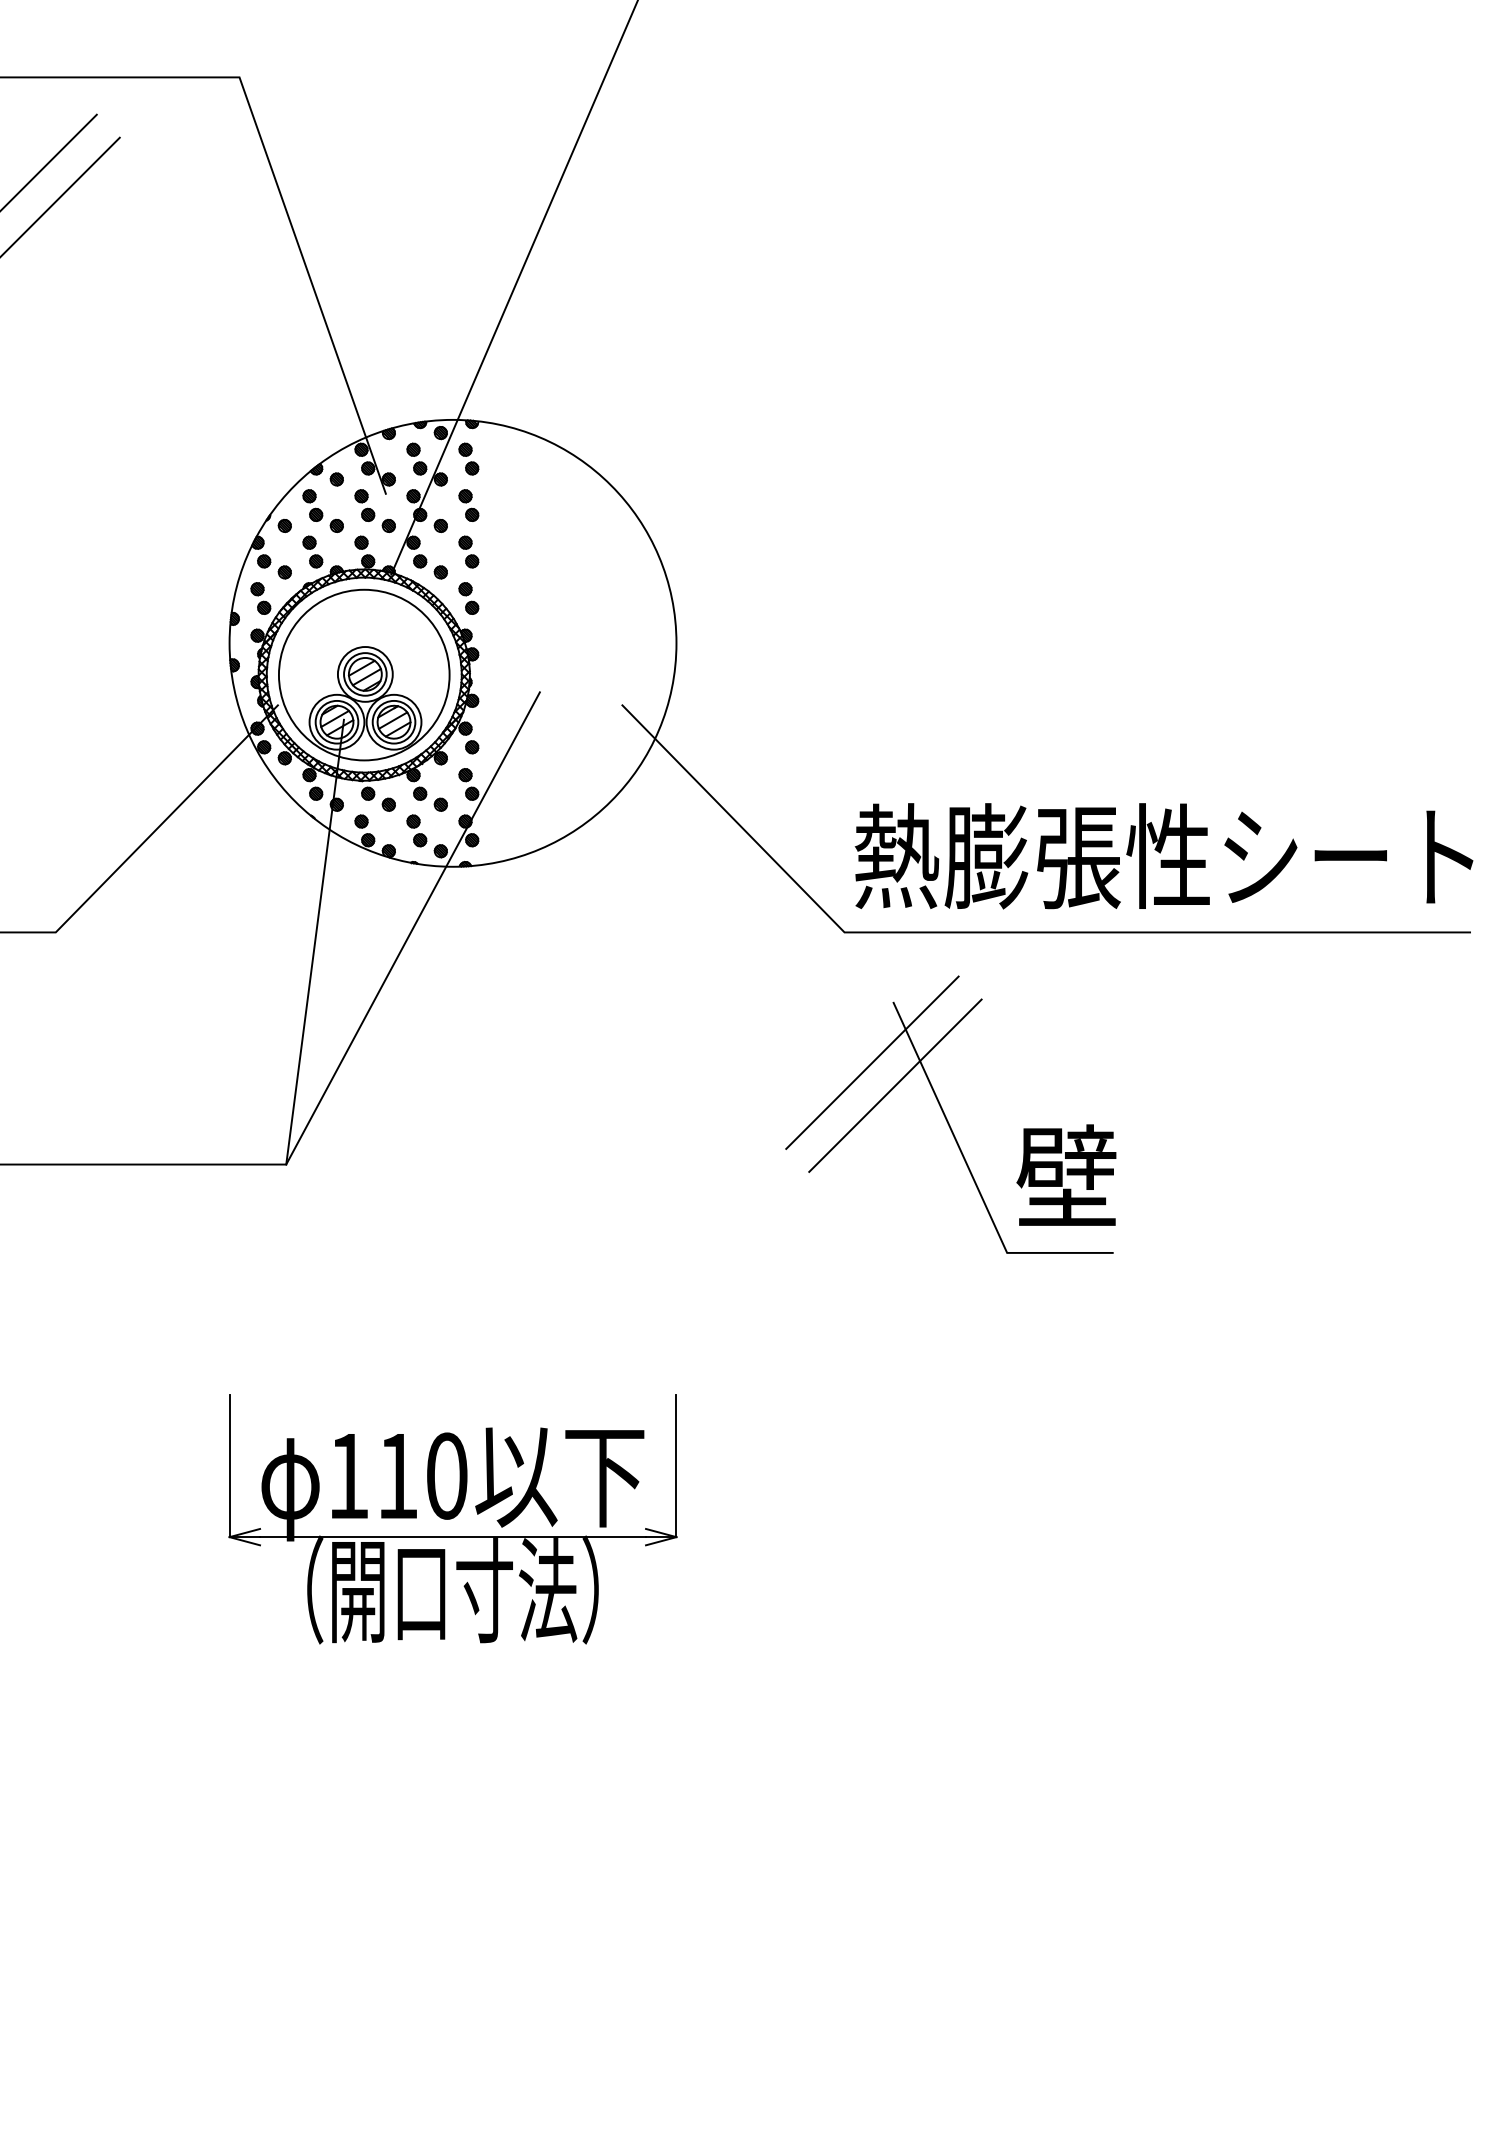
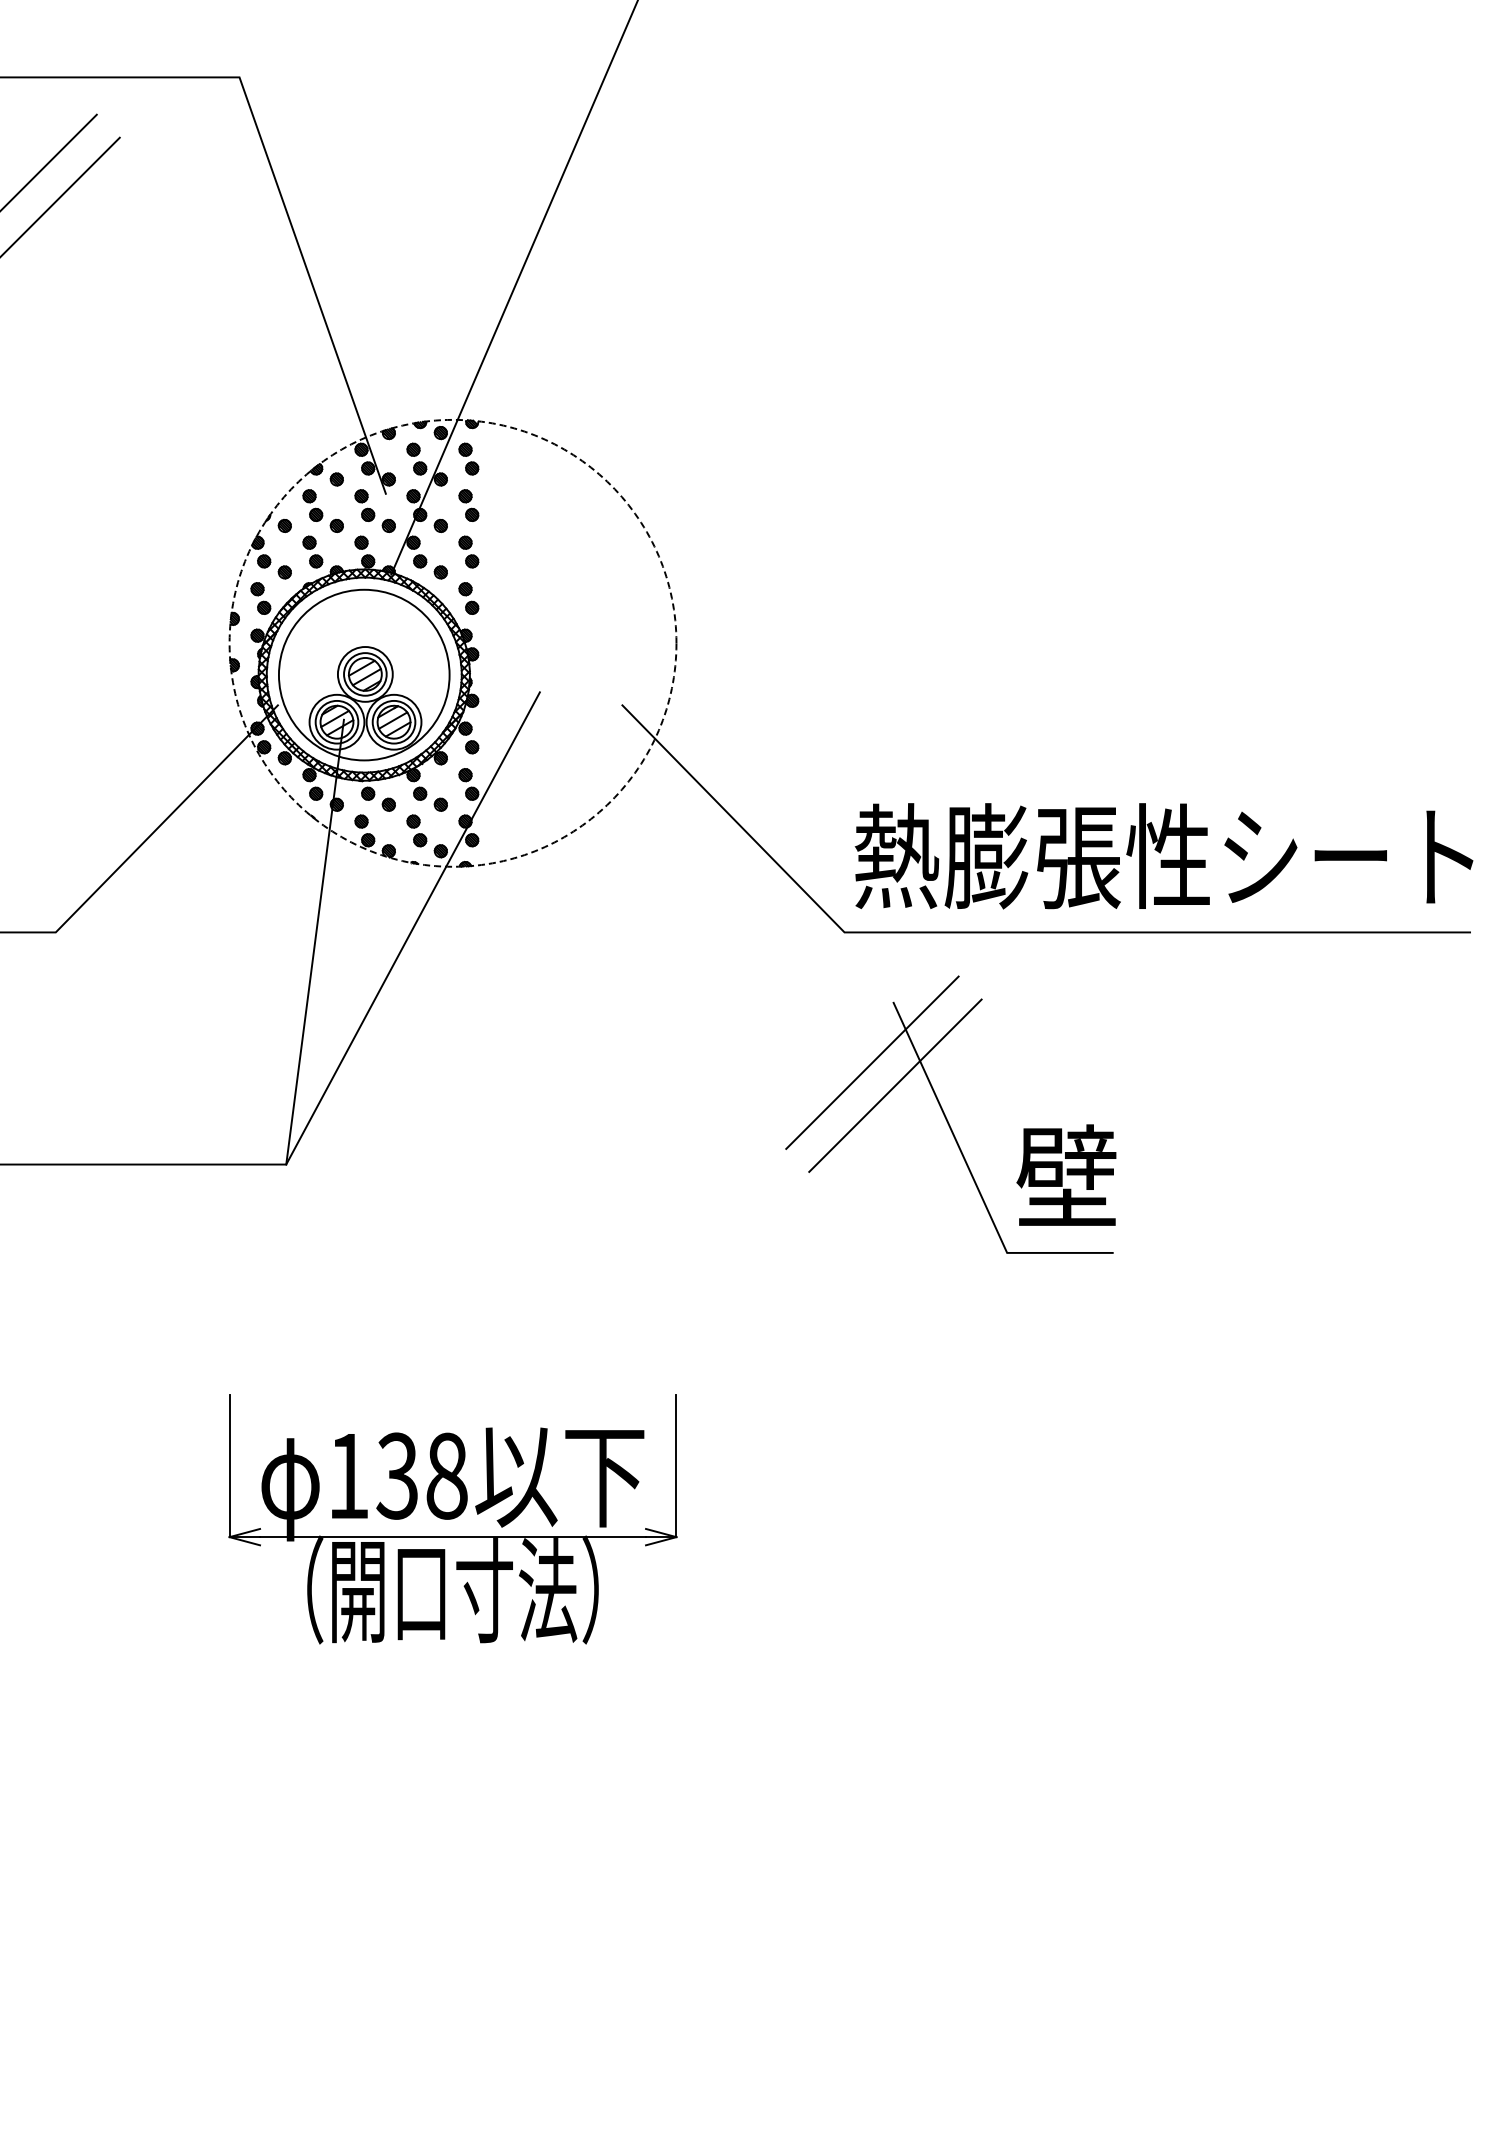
circle at (452, 642): solid -> dashed
text at (421, 1475): 110 -> 138
